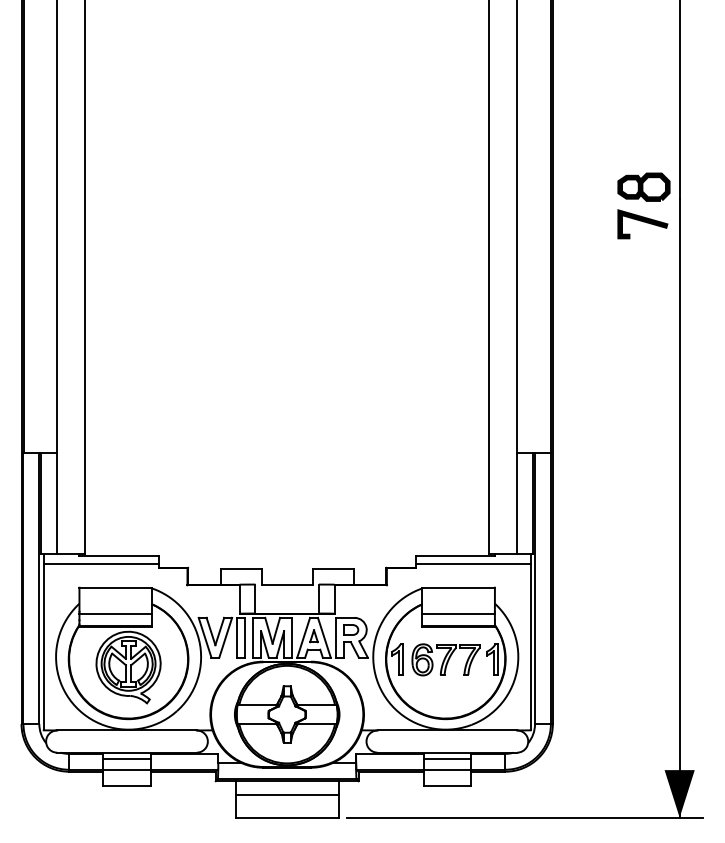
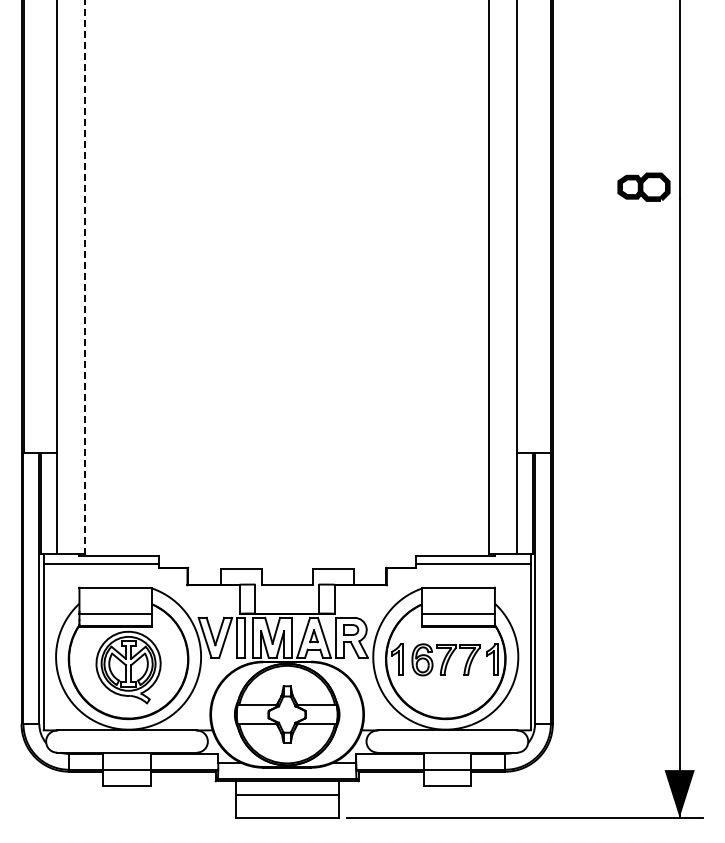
line at (643, 222): present -> none
line at (84, 277): solid -> dashed
line at (126, 758): present -> none
line at (447, 758): present -> none
